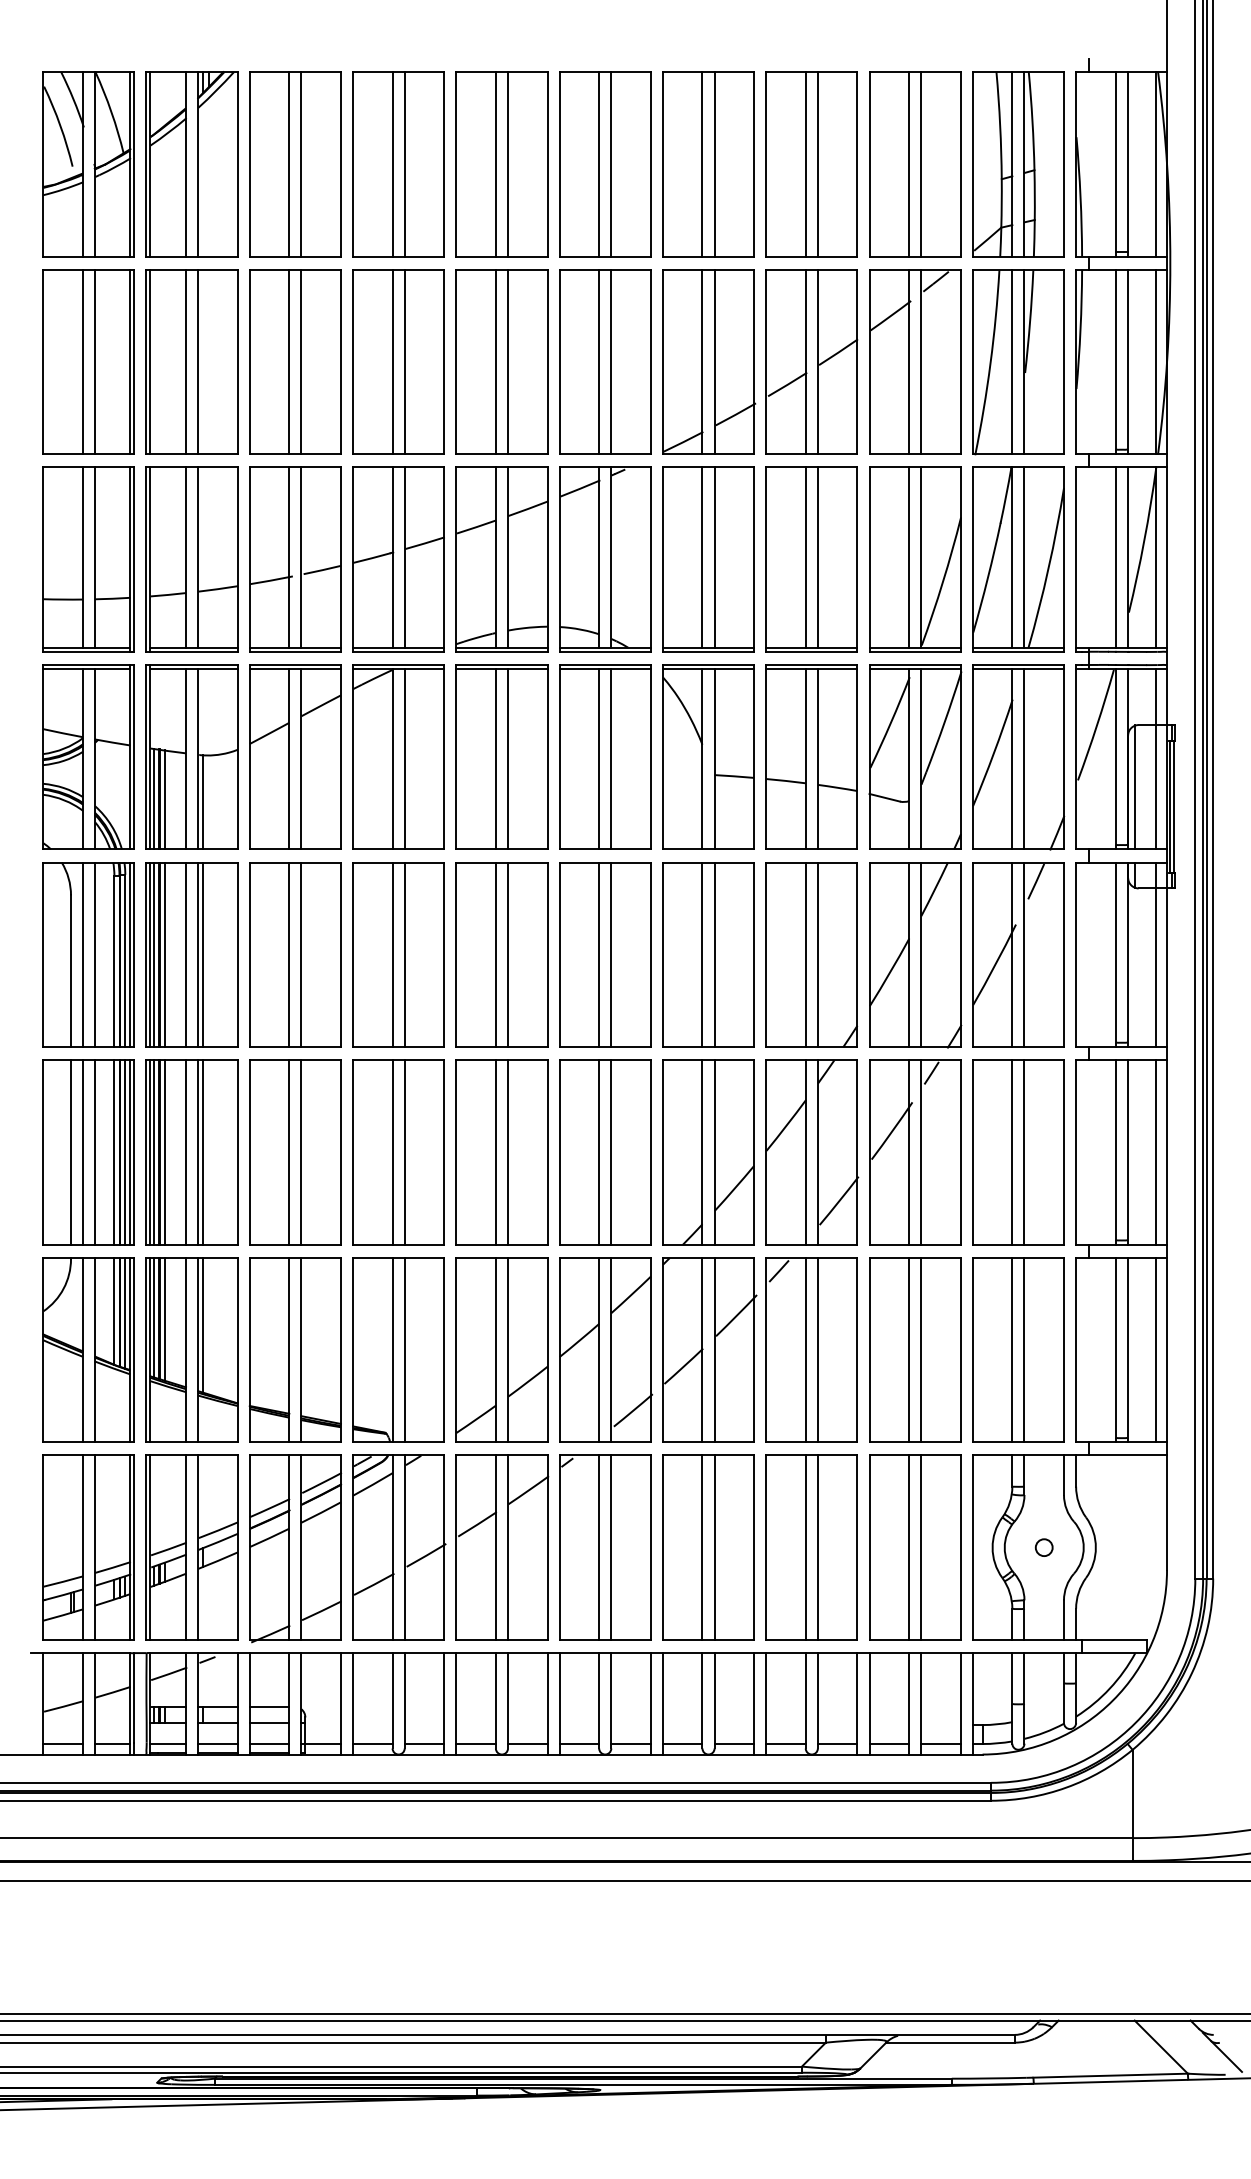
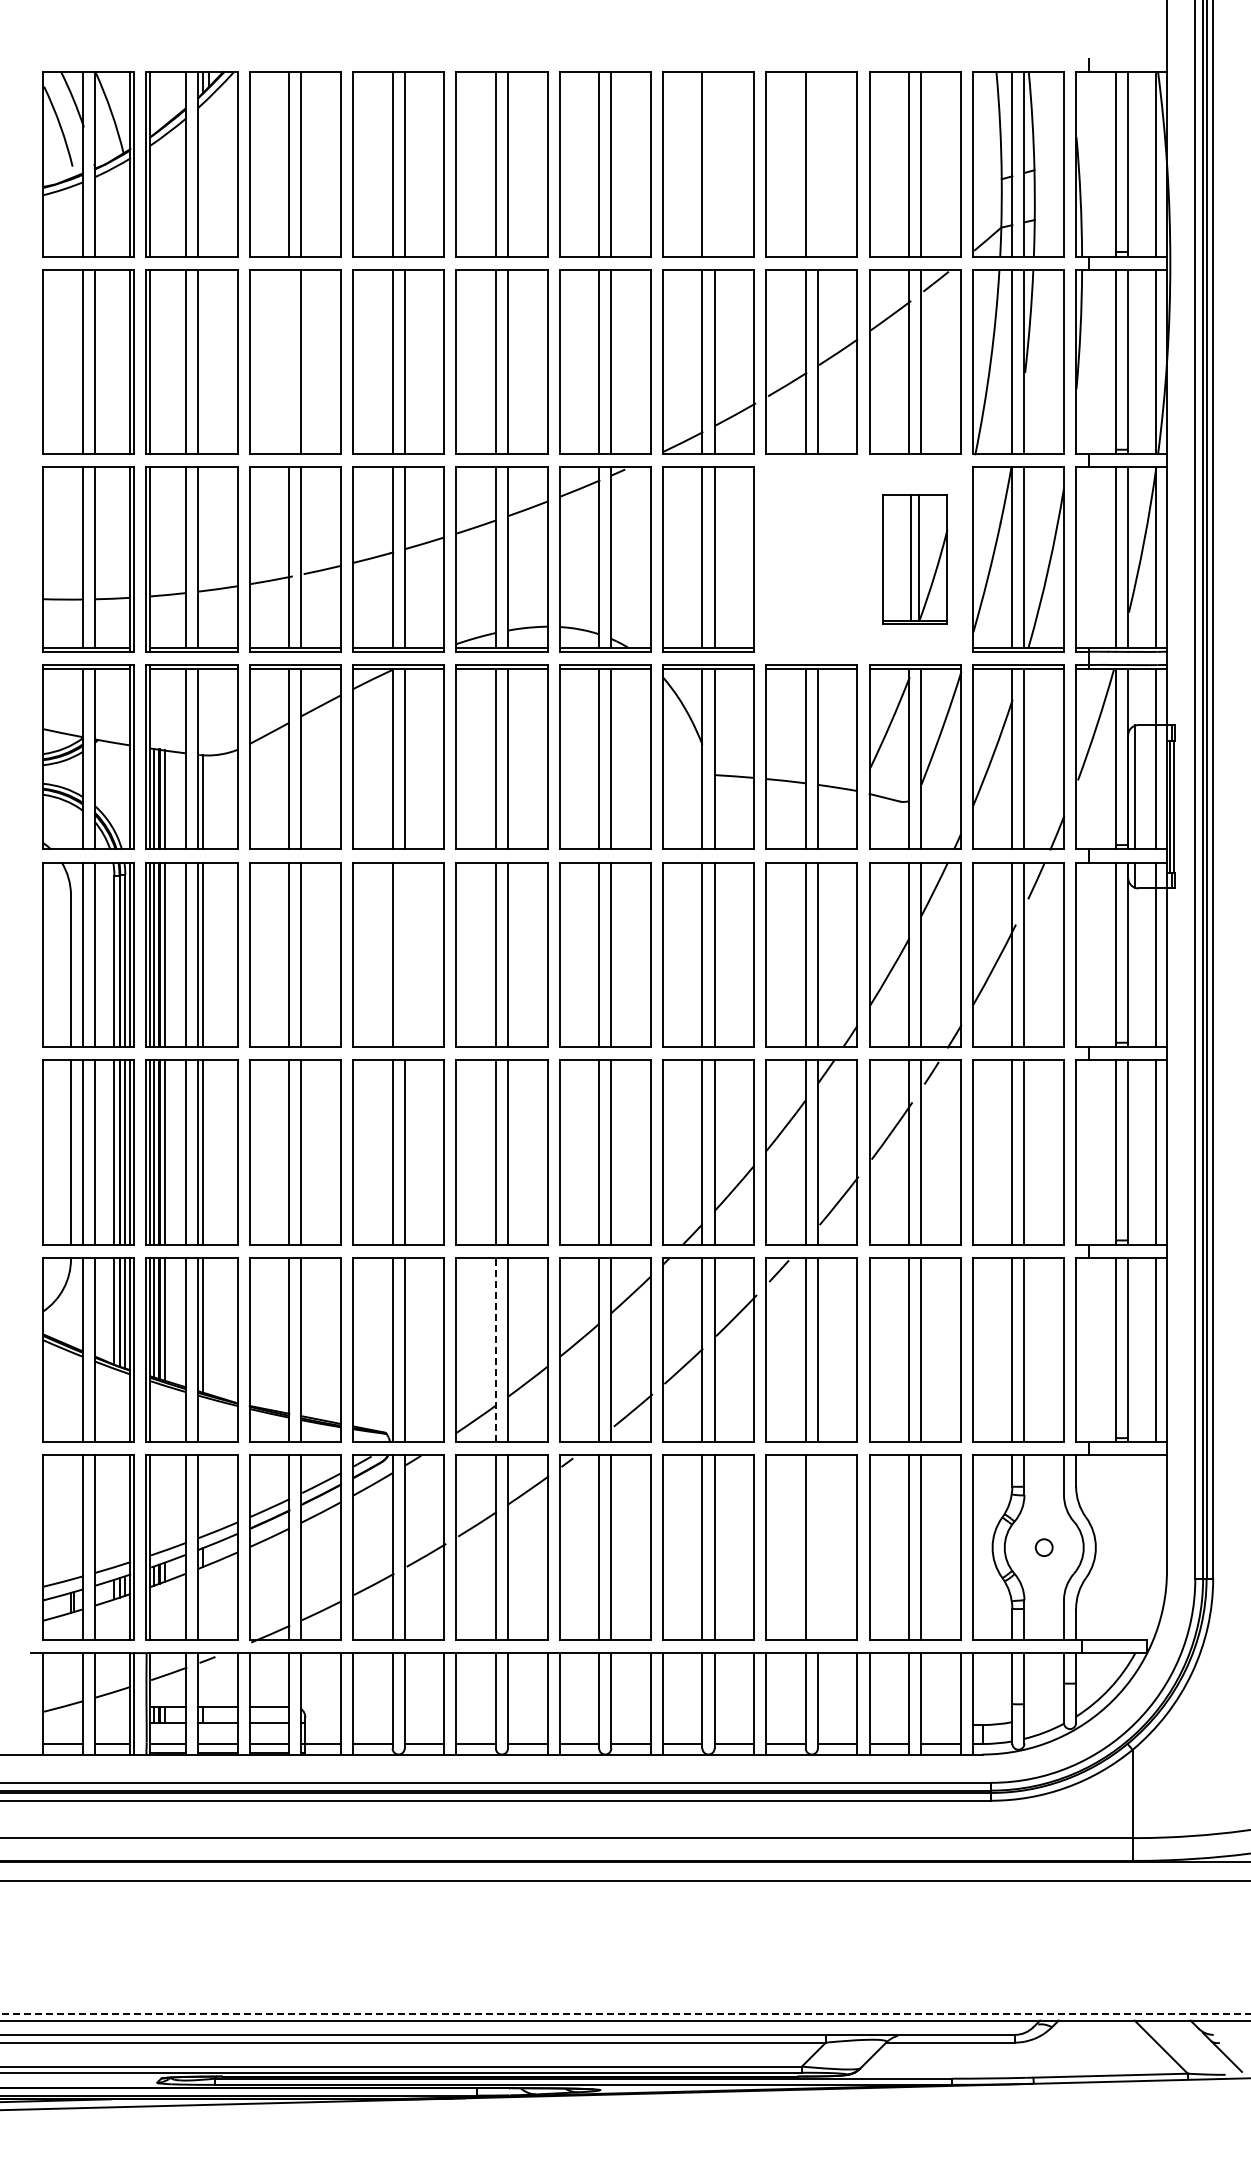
line at (714, 164): present -> none
line at (817, 164): present -> none
line at (289, 361): present -> none
part at (811, 559): present -> none
part at (915, 559) size: 93x187 px -> 67x131 px
line at (404, 954): present -> none
line at (495, 1349): solid -> dashed
line at (817, 1547): present -> none
line at (625, 2014): solid -> dashed
